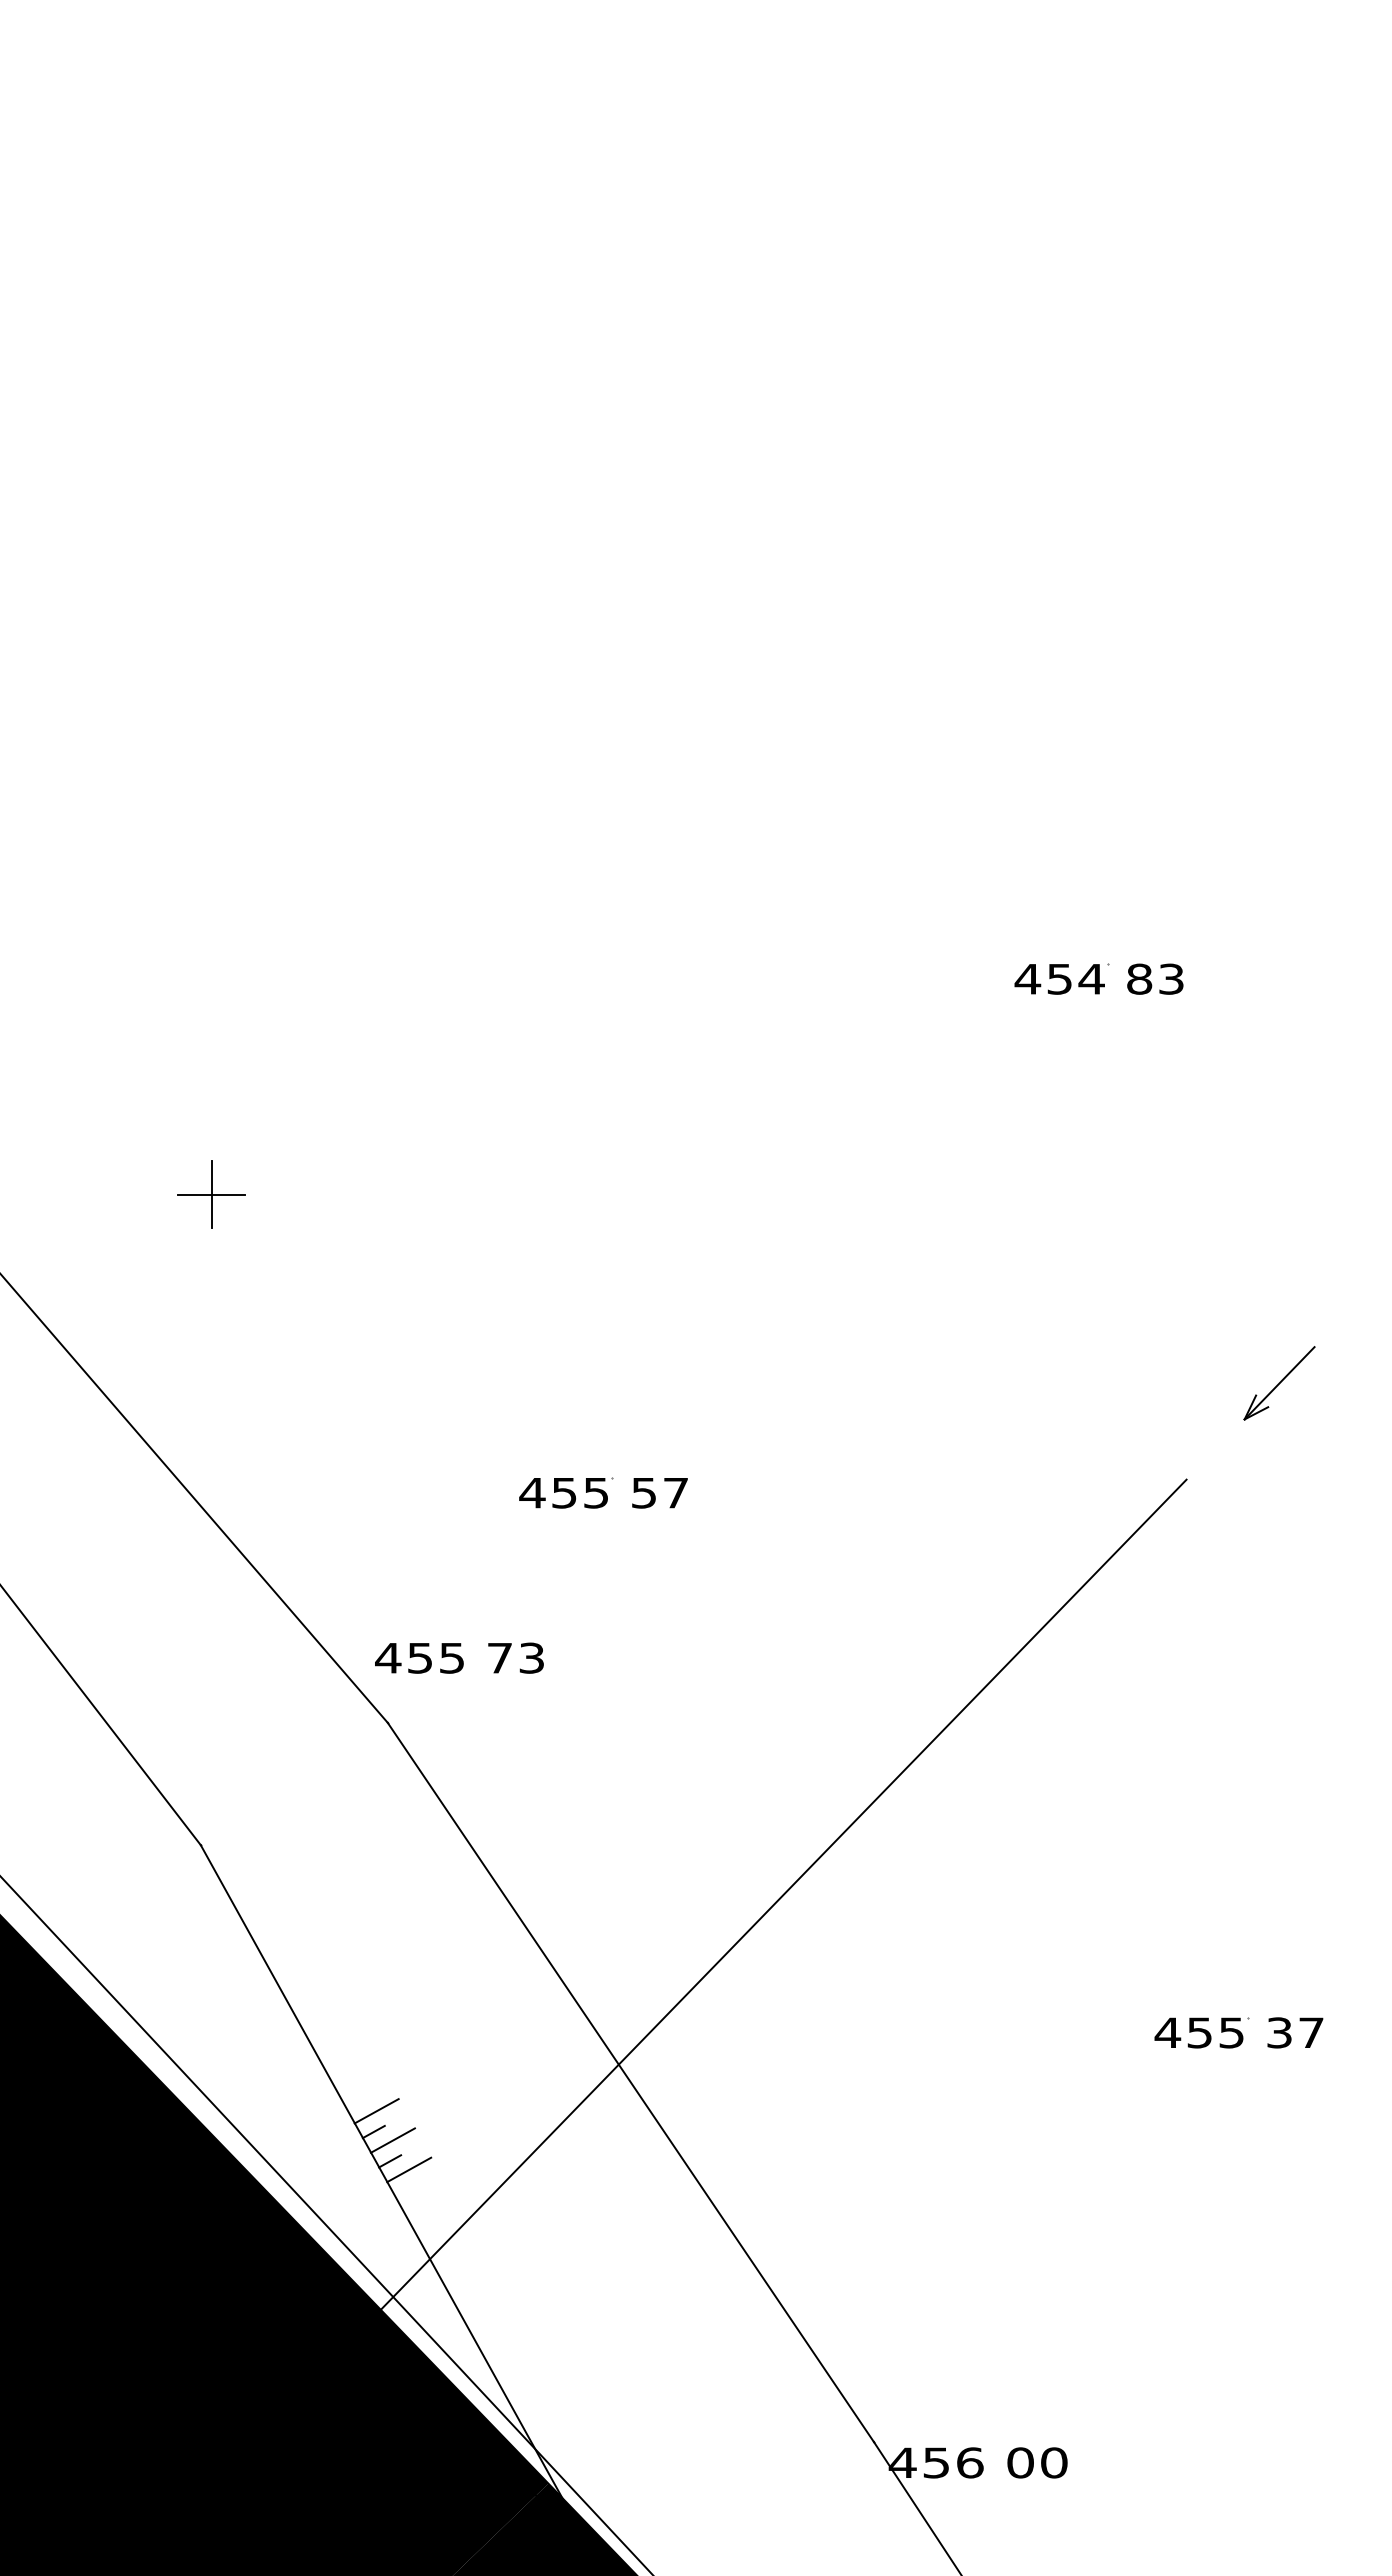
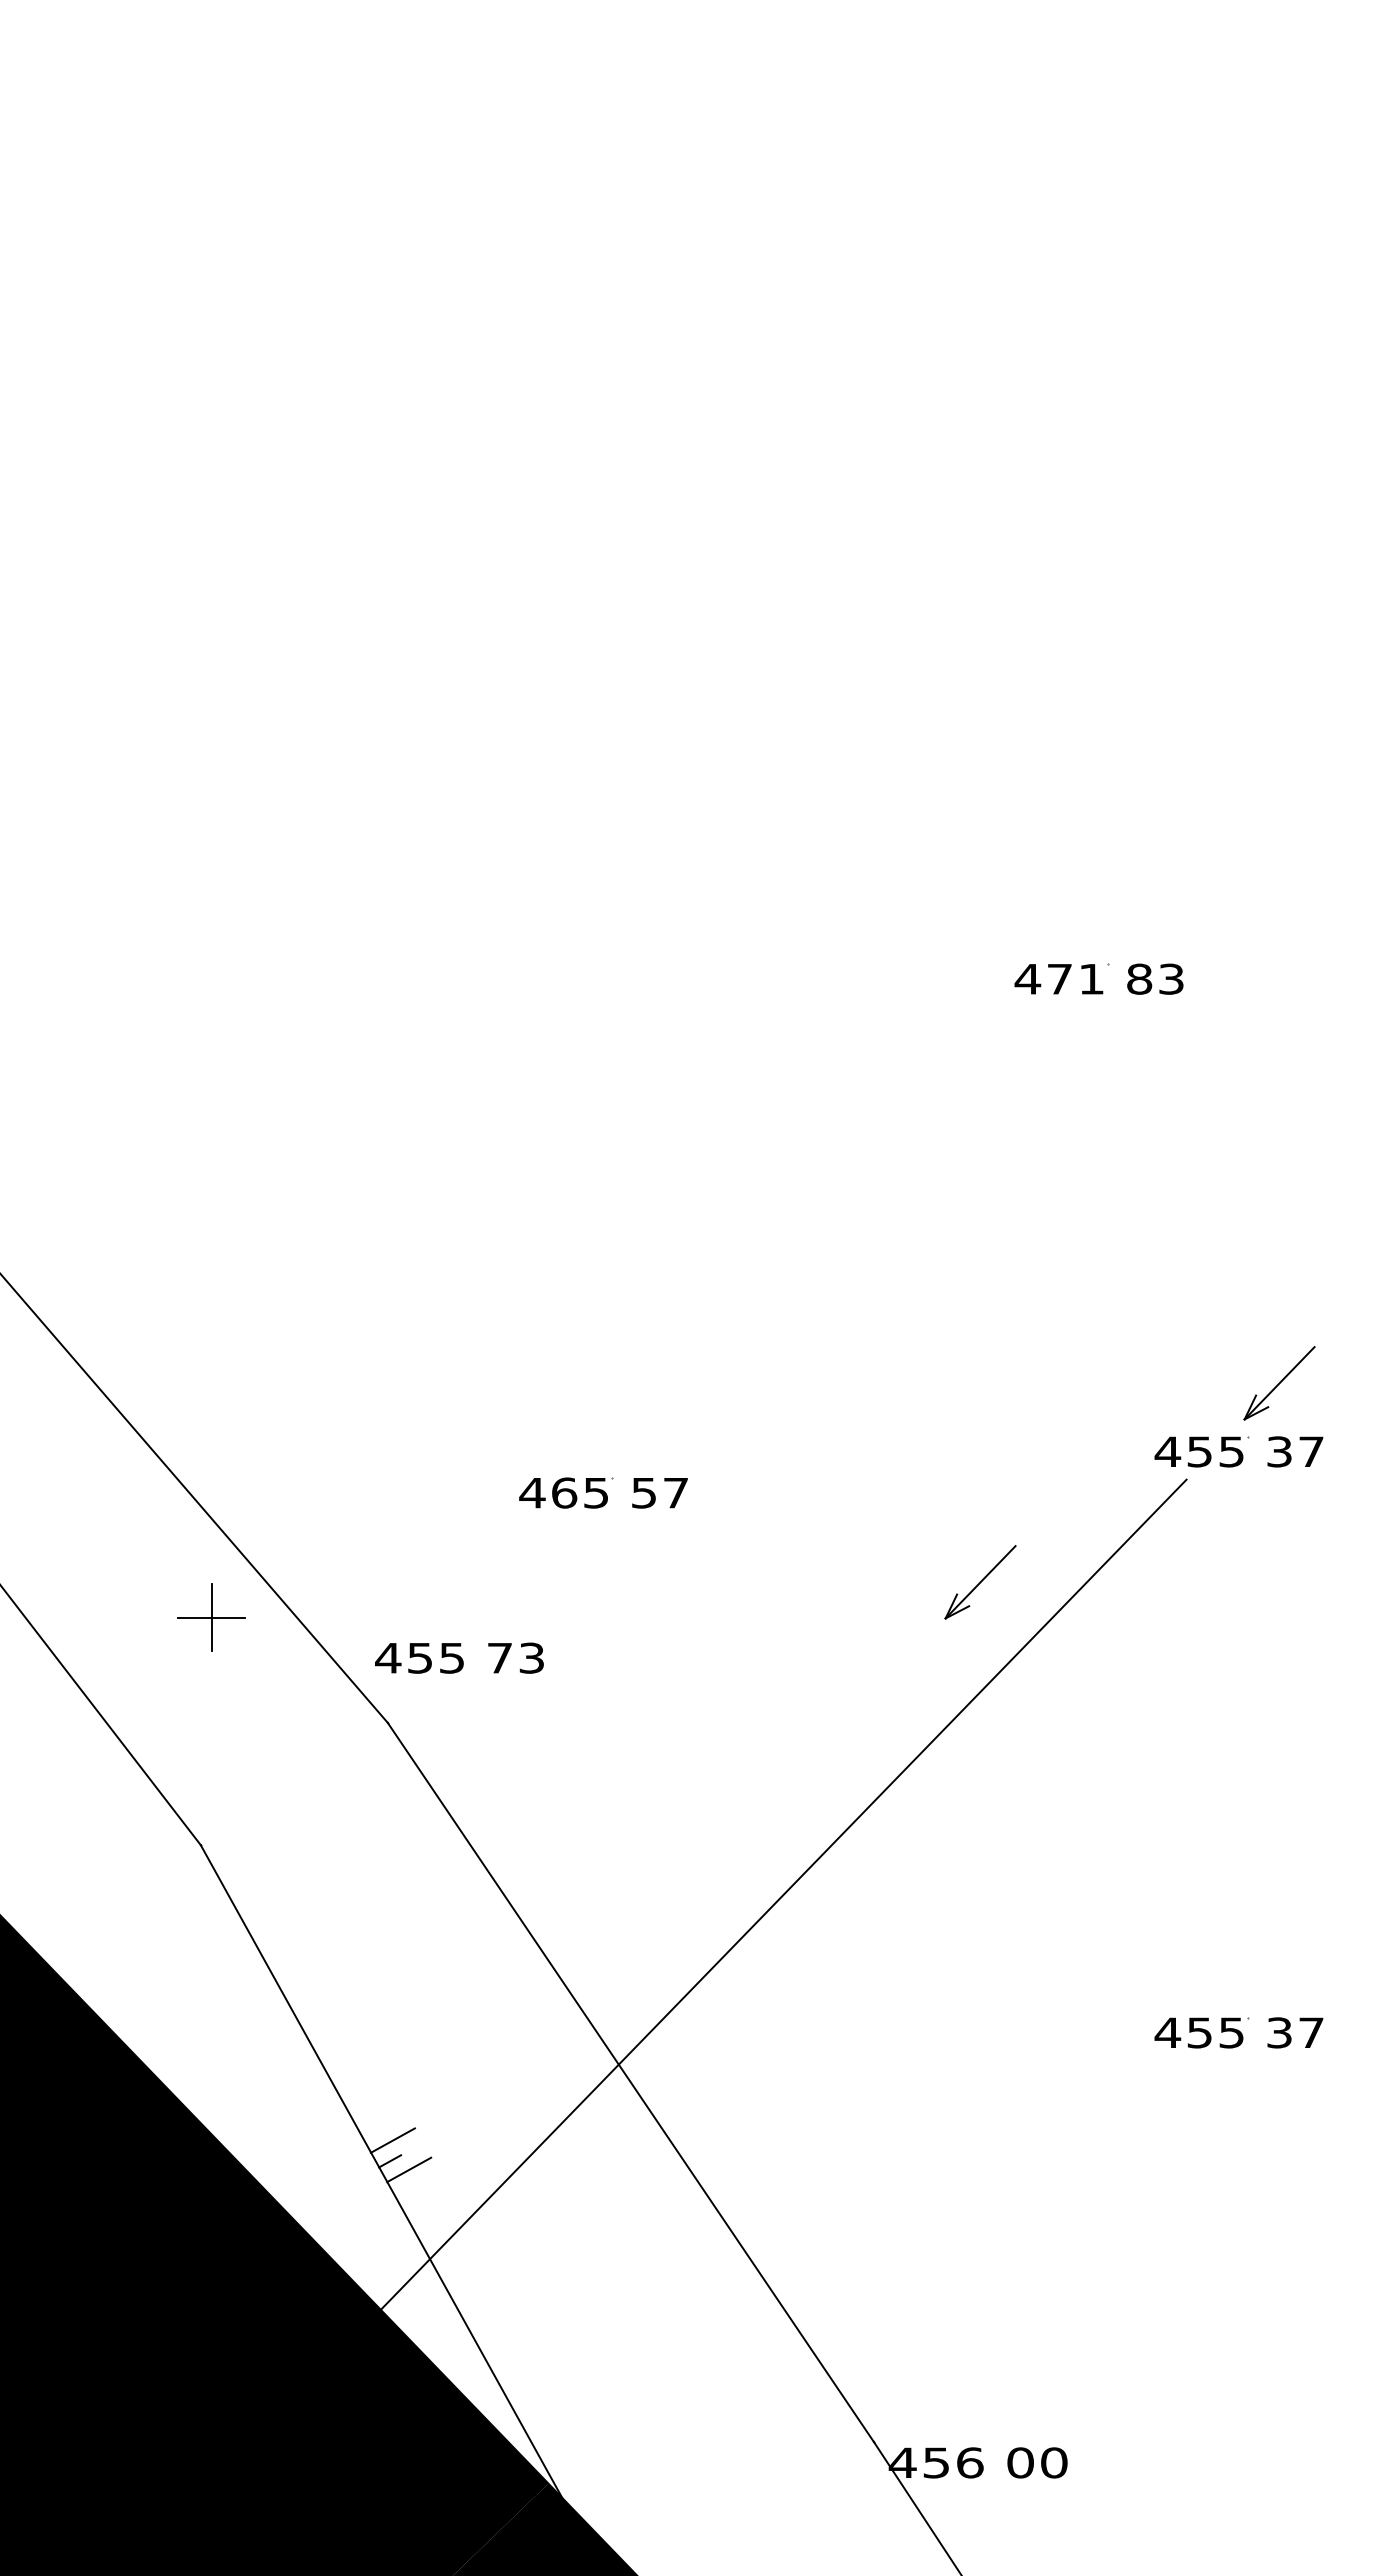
text at (1075, 979): 454 -> 471
part at (211, 1194) position: (211, 1194) -> (211, 1617)
part at (1238, 1451): none -> present
text at (564, 1492): 455 -> 465
part at (980, 1582): none -> present
line at (376, 2111): present -> none
line at (373, 2131): present -> none
line at (326, 2225): present -> none
